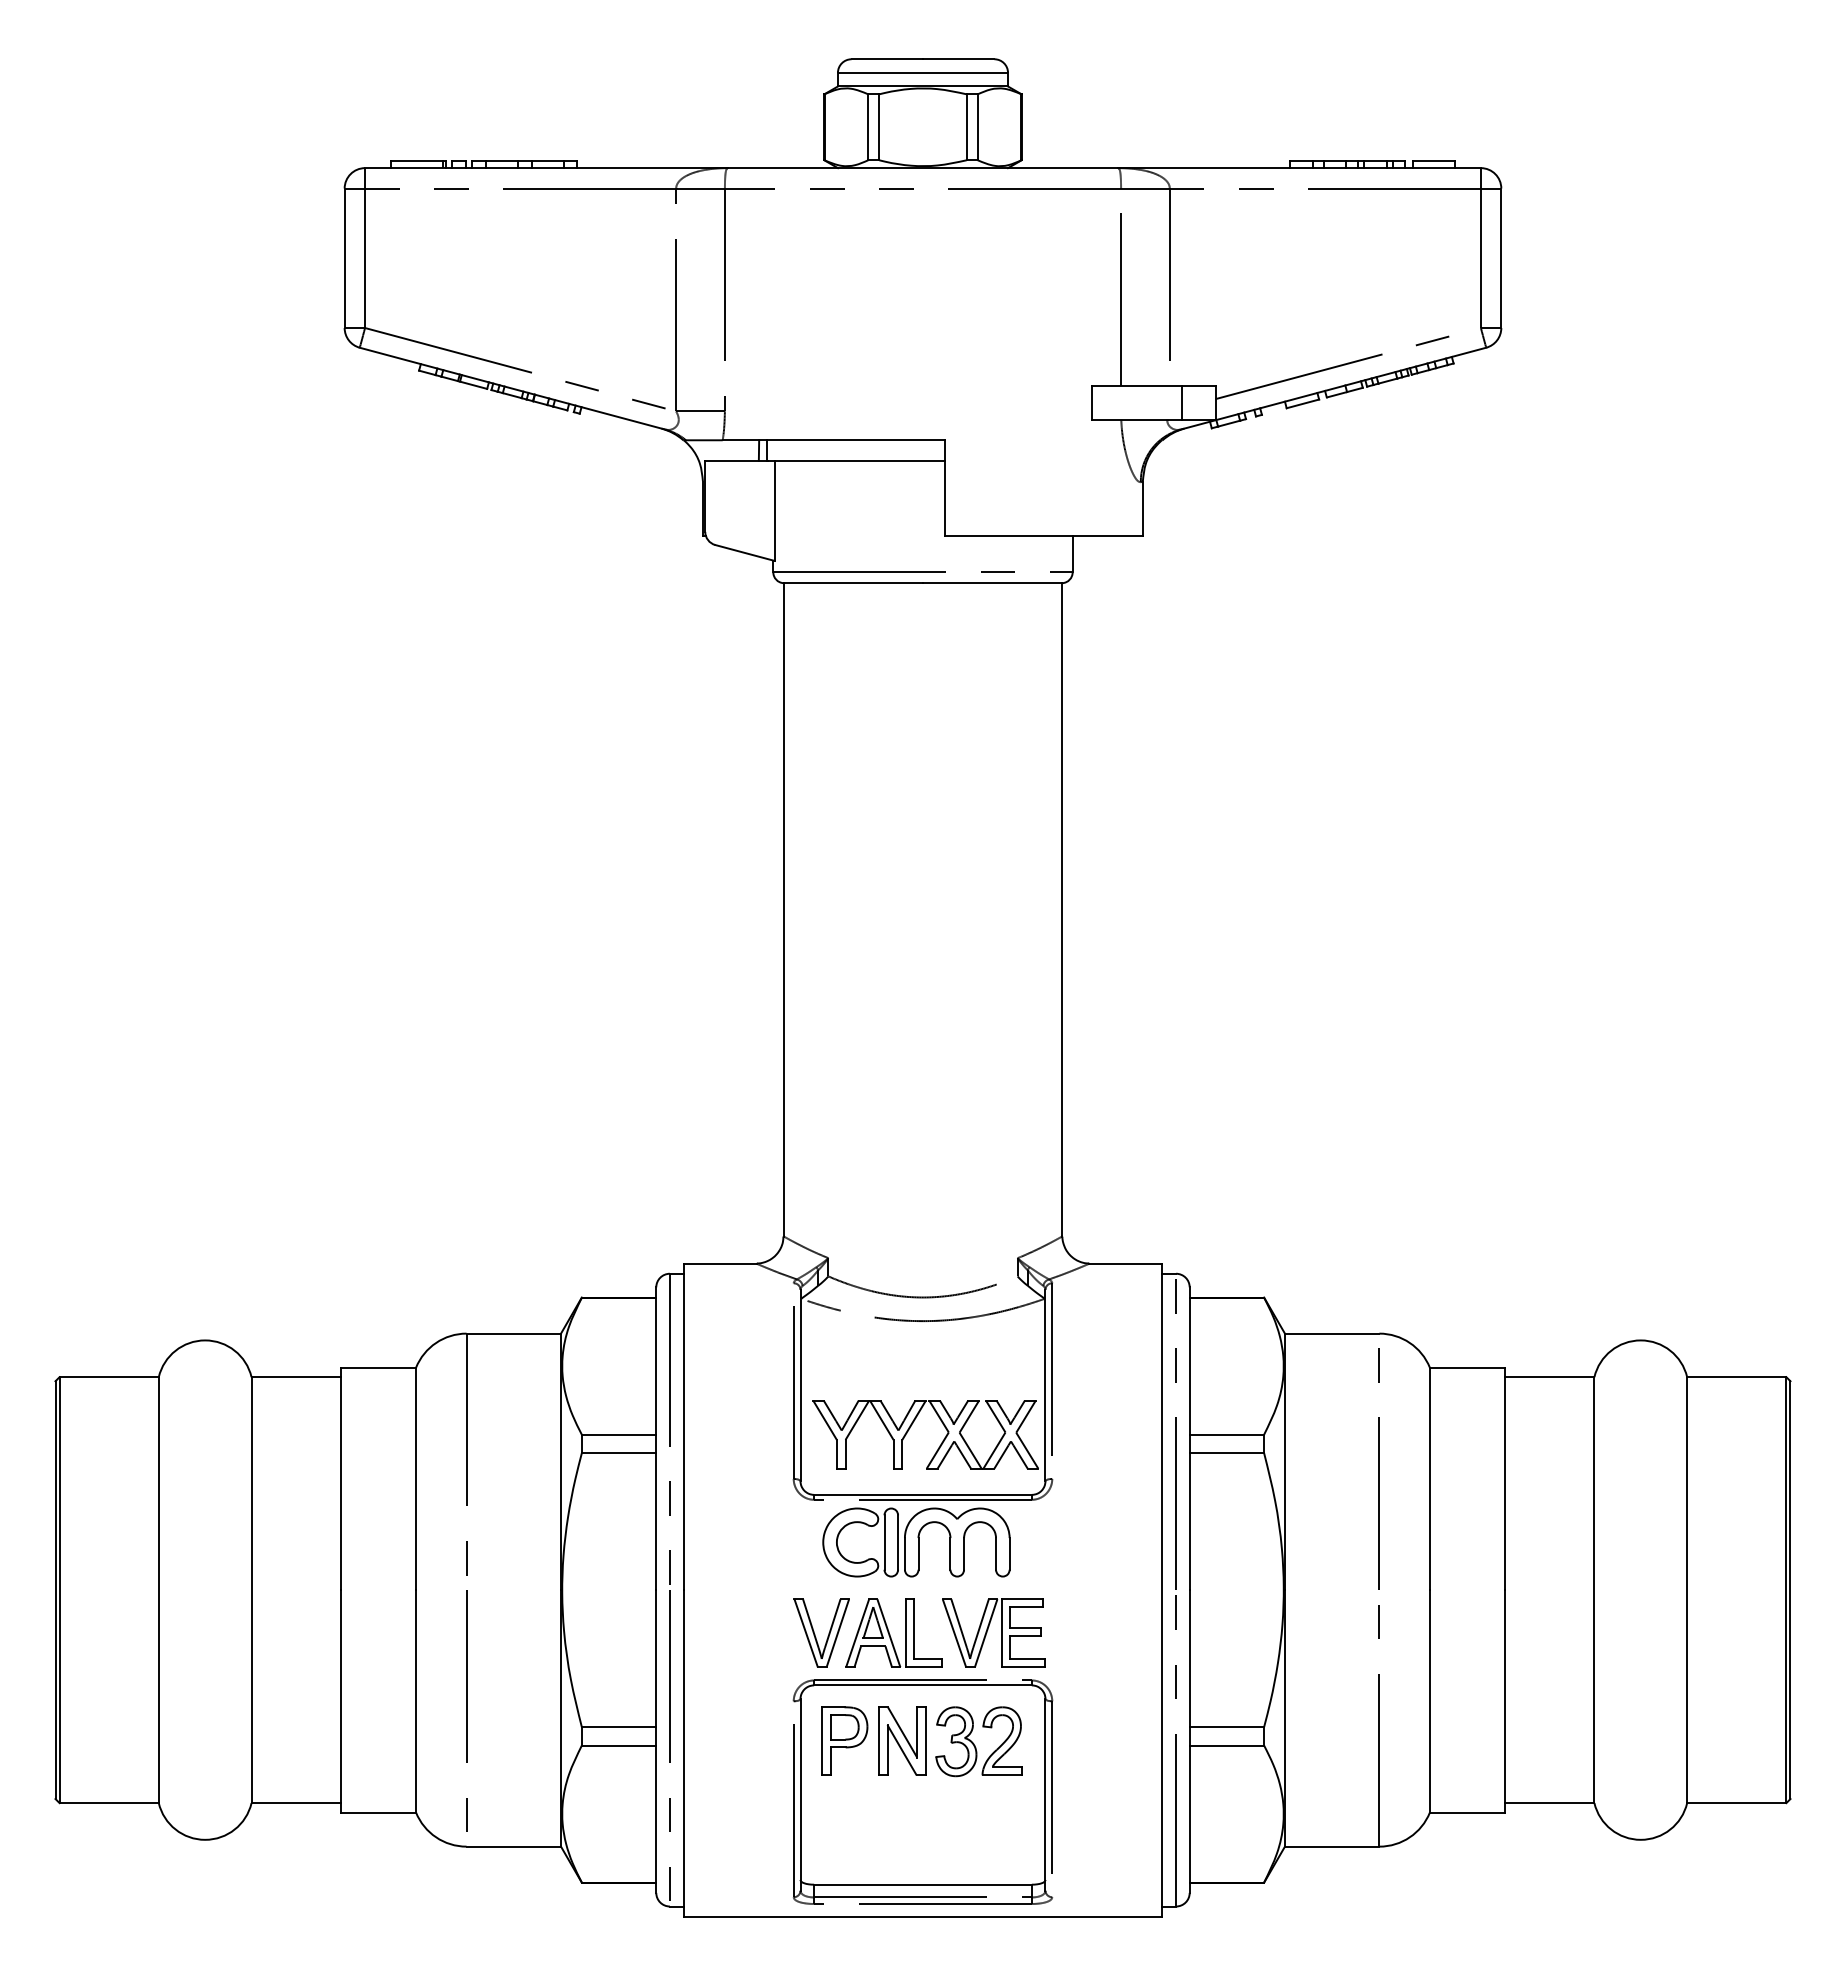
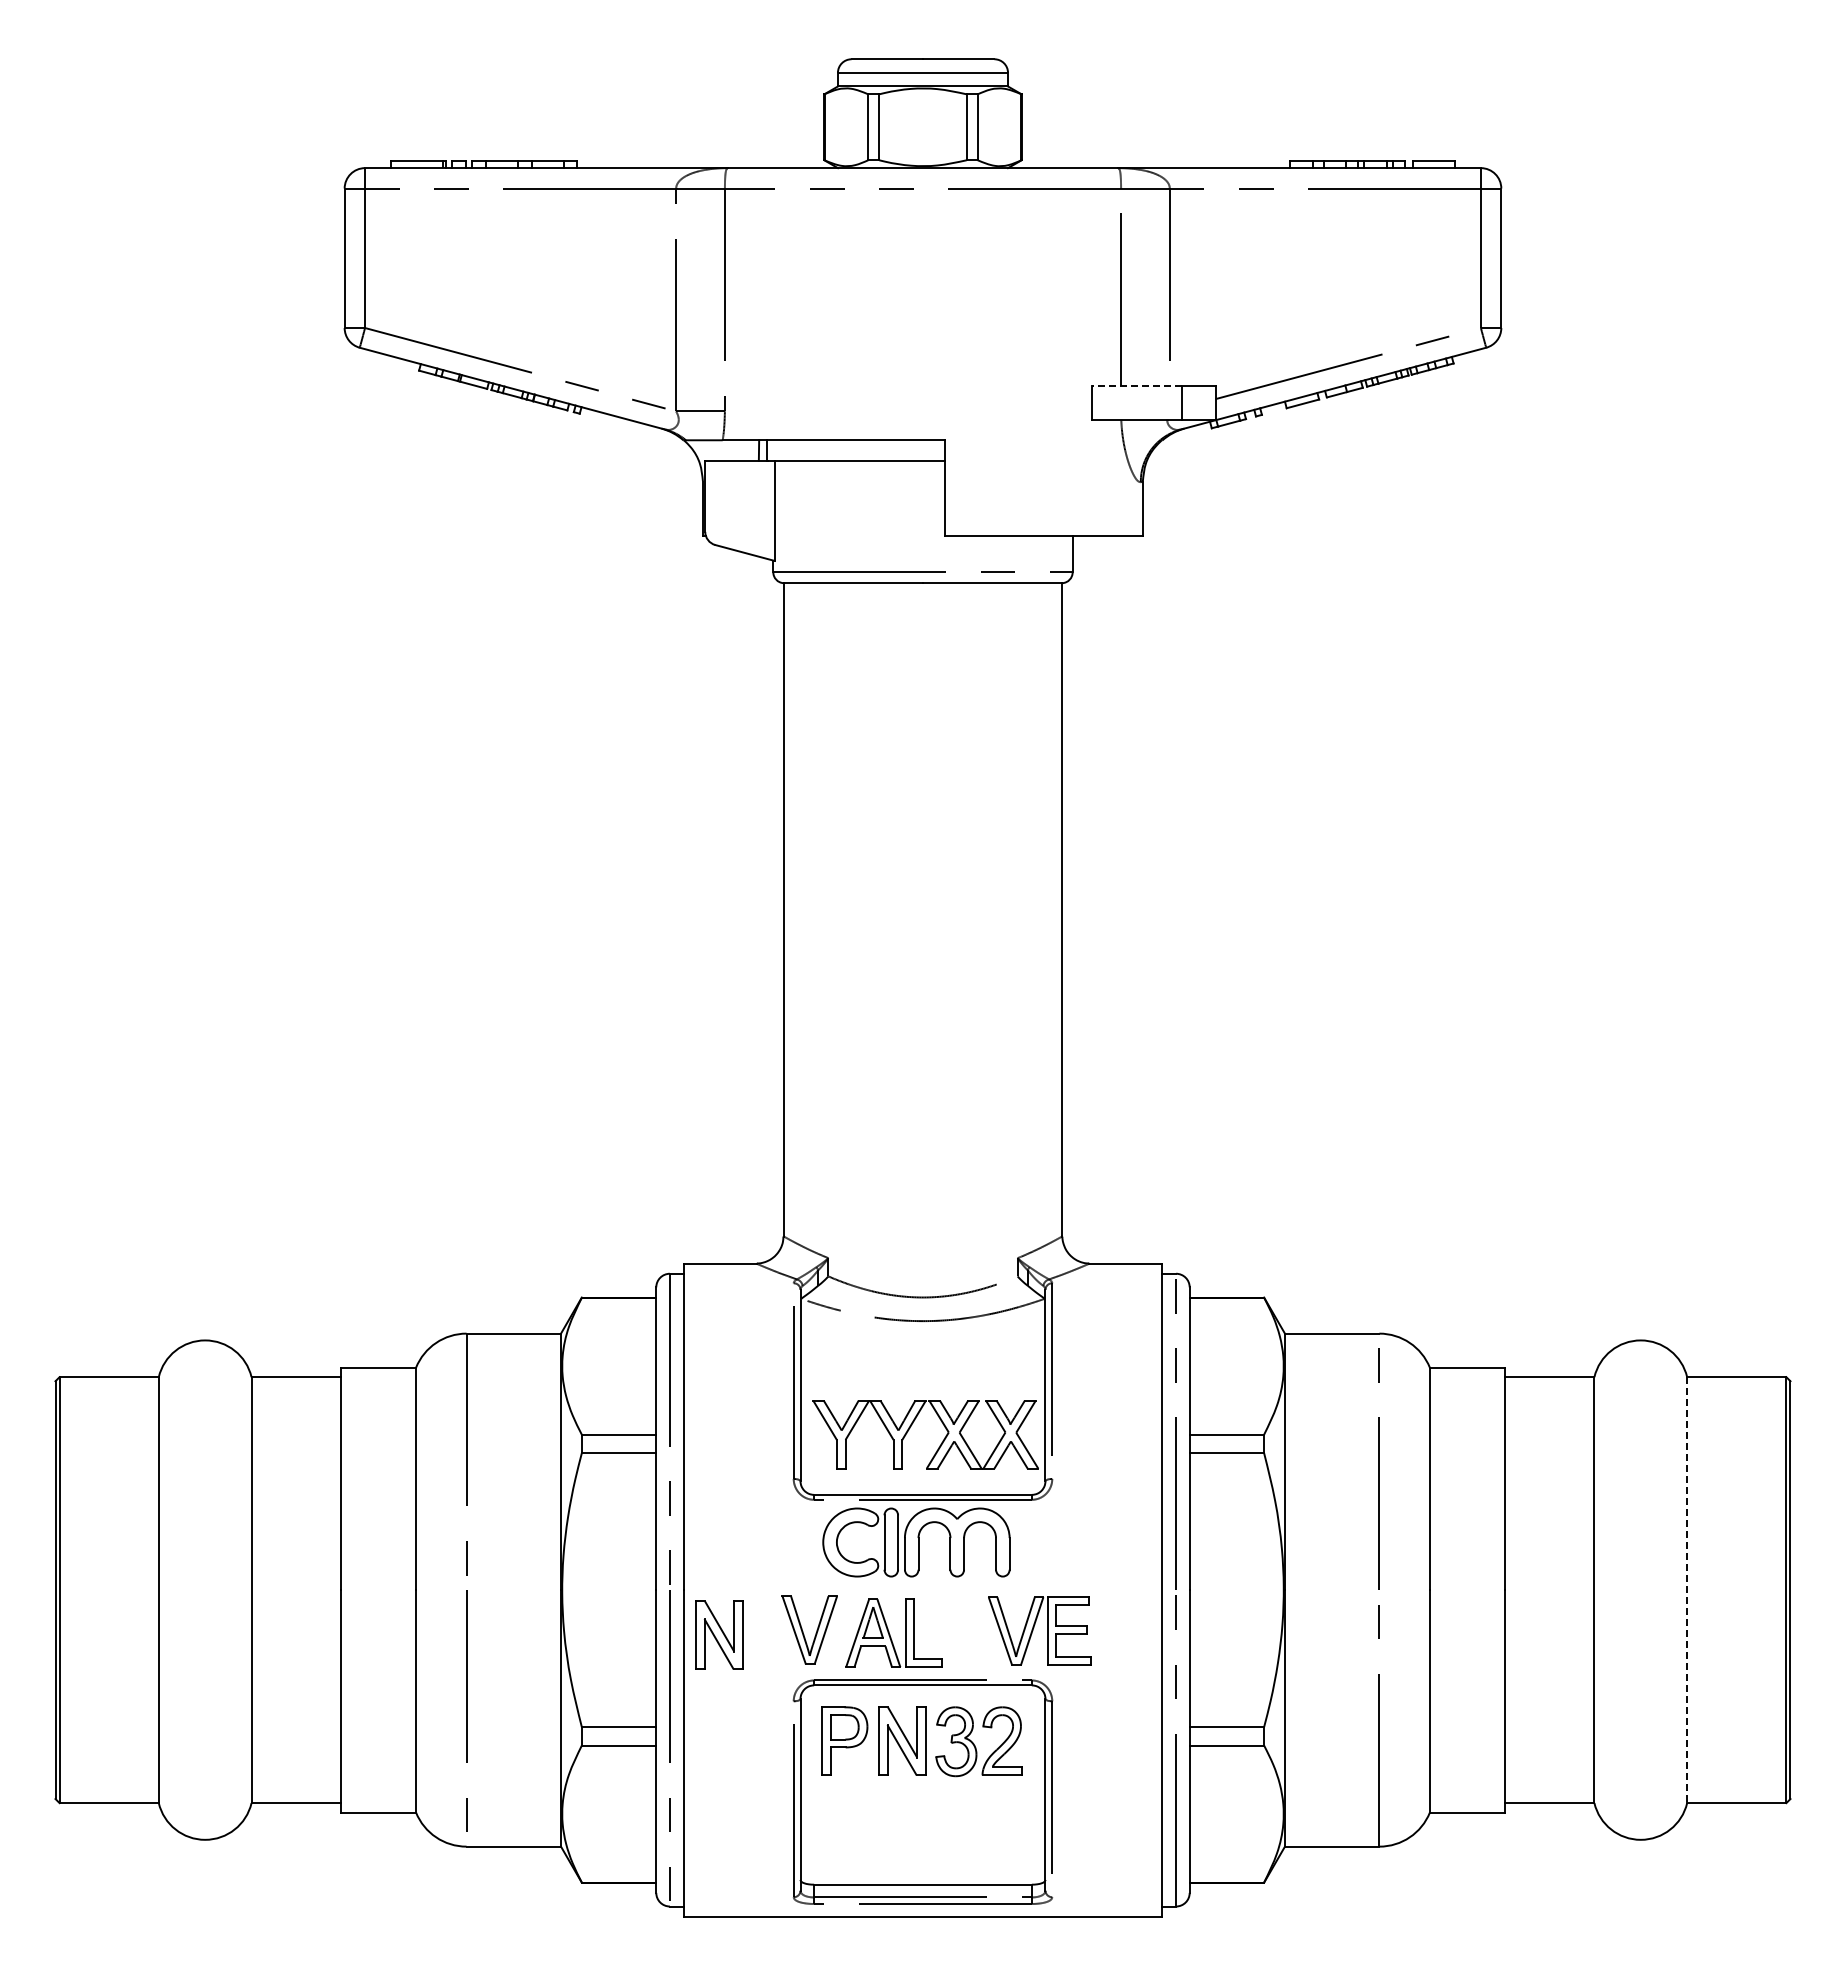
line at (1136, 385): solid -> dashed
line at (1687, 1590): solid -> dashed
part at (993, 1632) position: (993, 1632) -> (1039, 1630)
part at (719, 1634): none -> present
part at (815, 1634) position: (815, 1634) -> (803, 1631)
